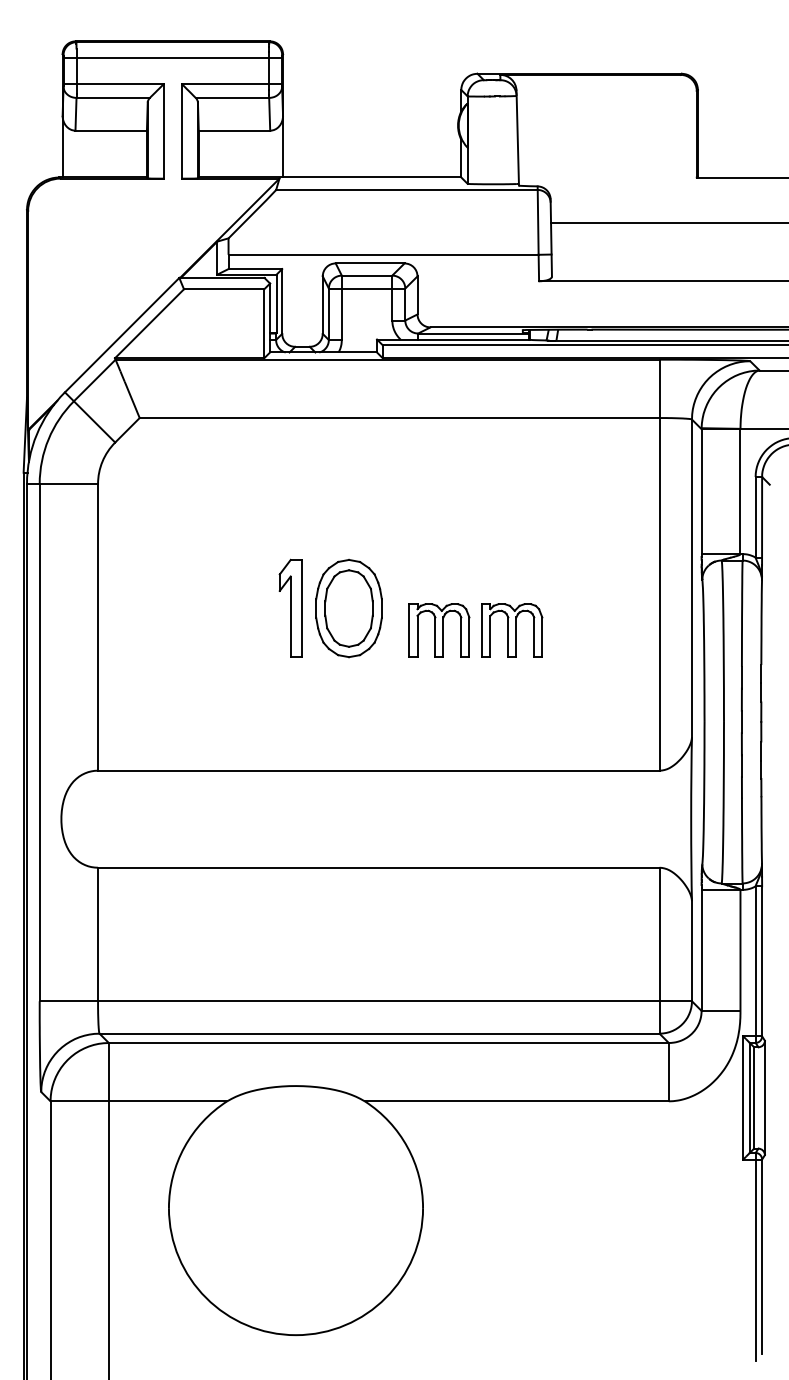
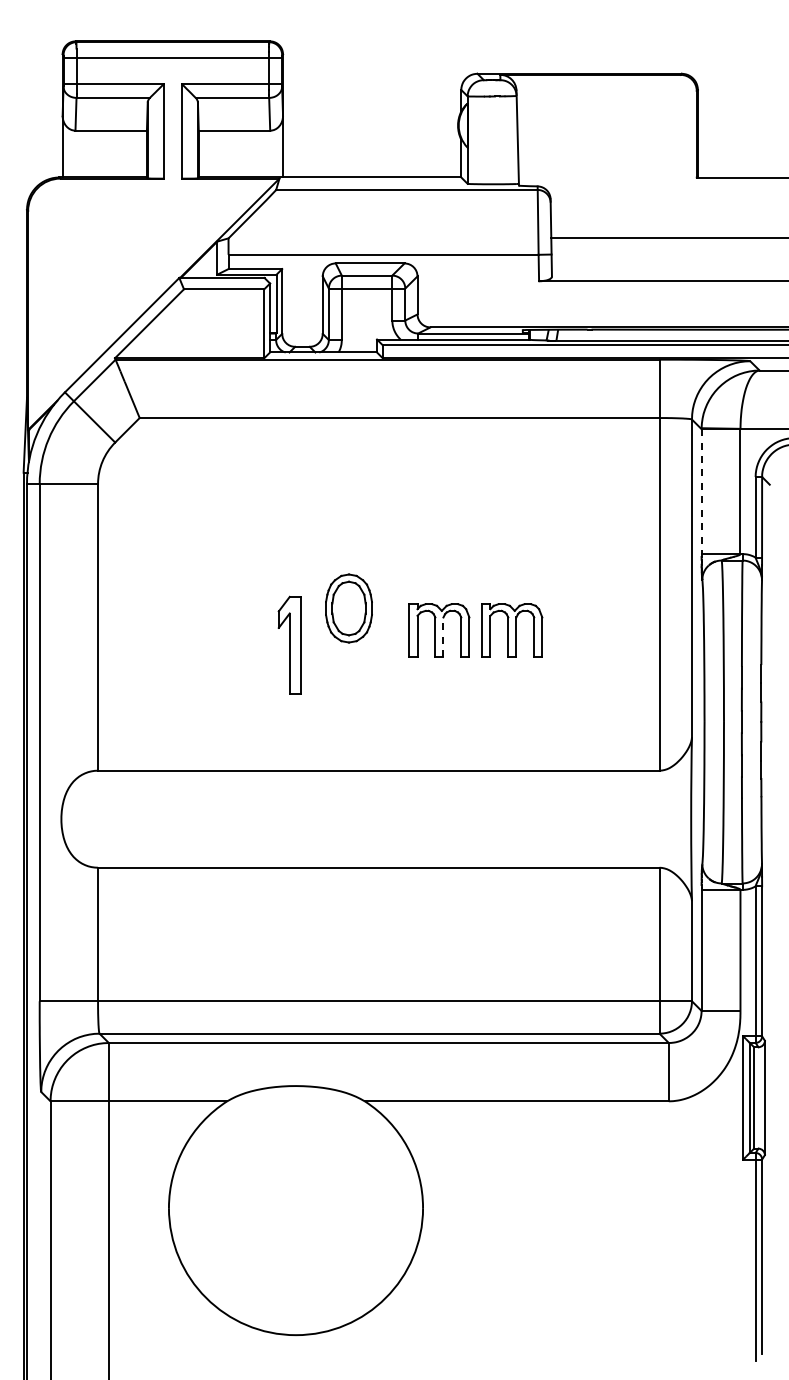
line at (668, 222) position: (668, 222) -> (668, 237)
line at (701, 491): solid -> dashed
part at (290, 607) position: (290, 607) -> (289, 644)
part at (348, 608) size: 68x101 px -> 48x71 px
line at (443, 637): solid -> dashed
